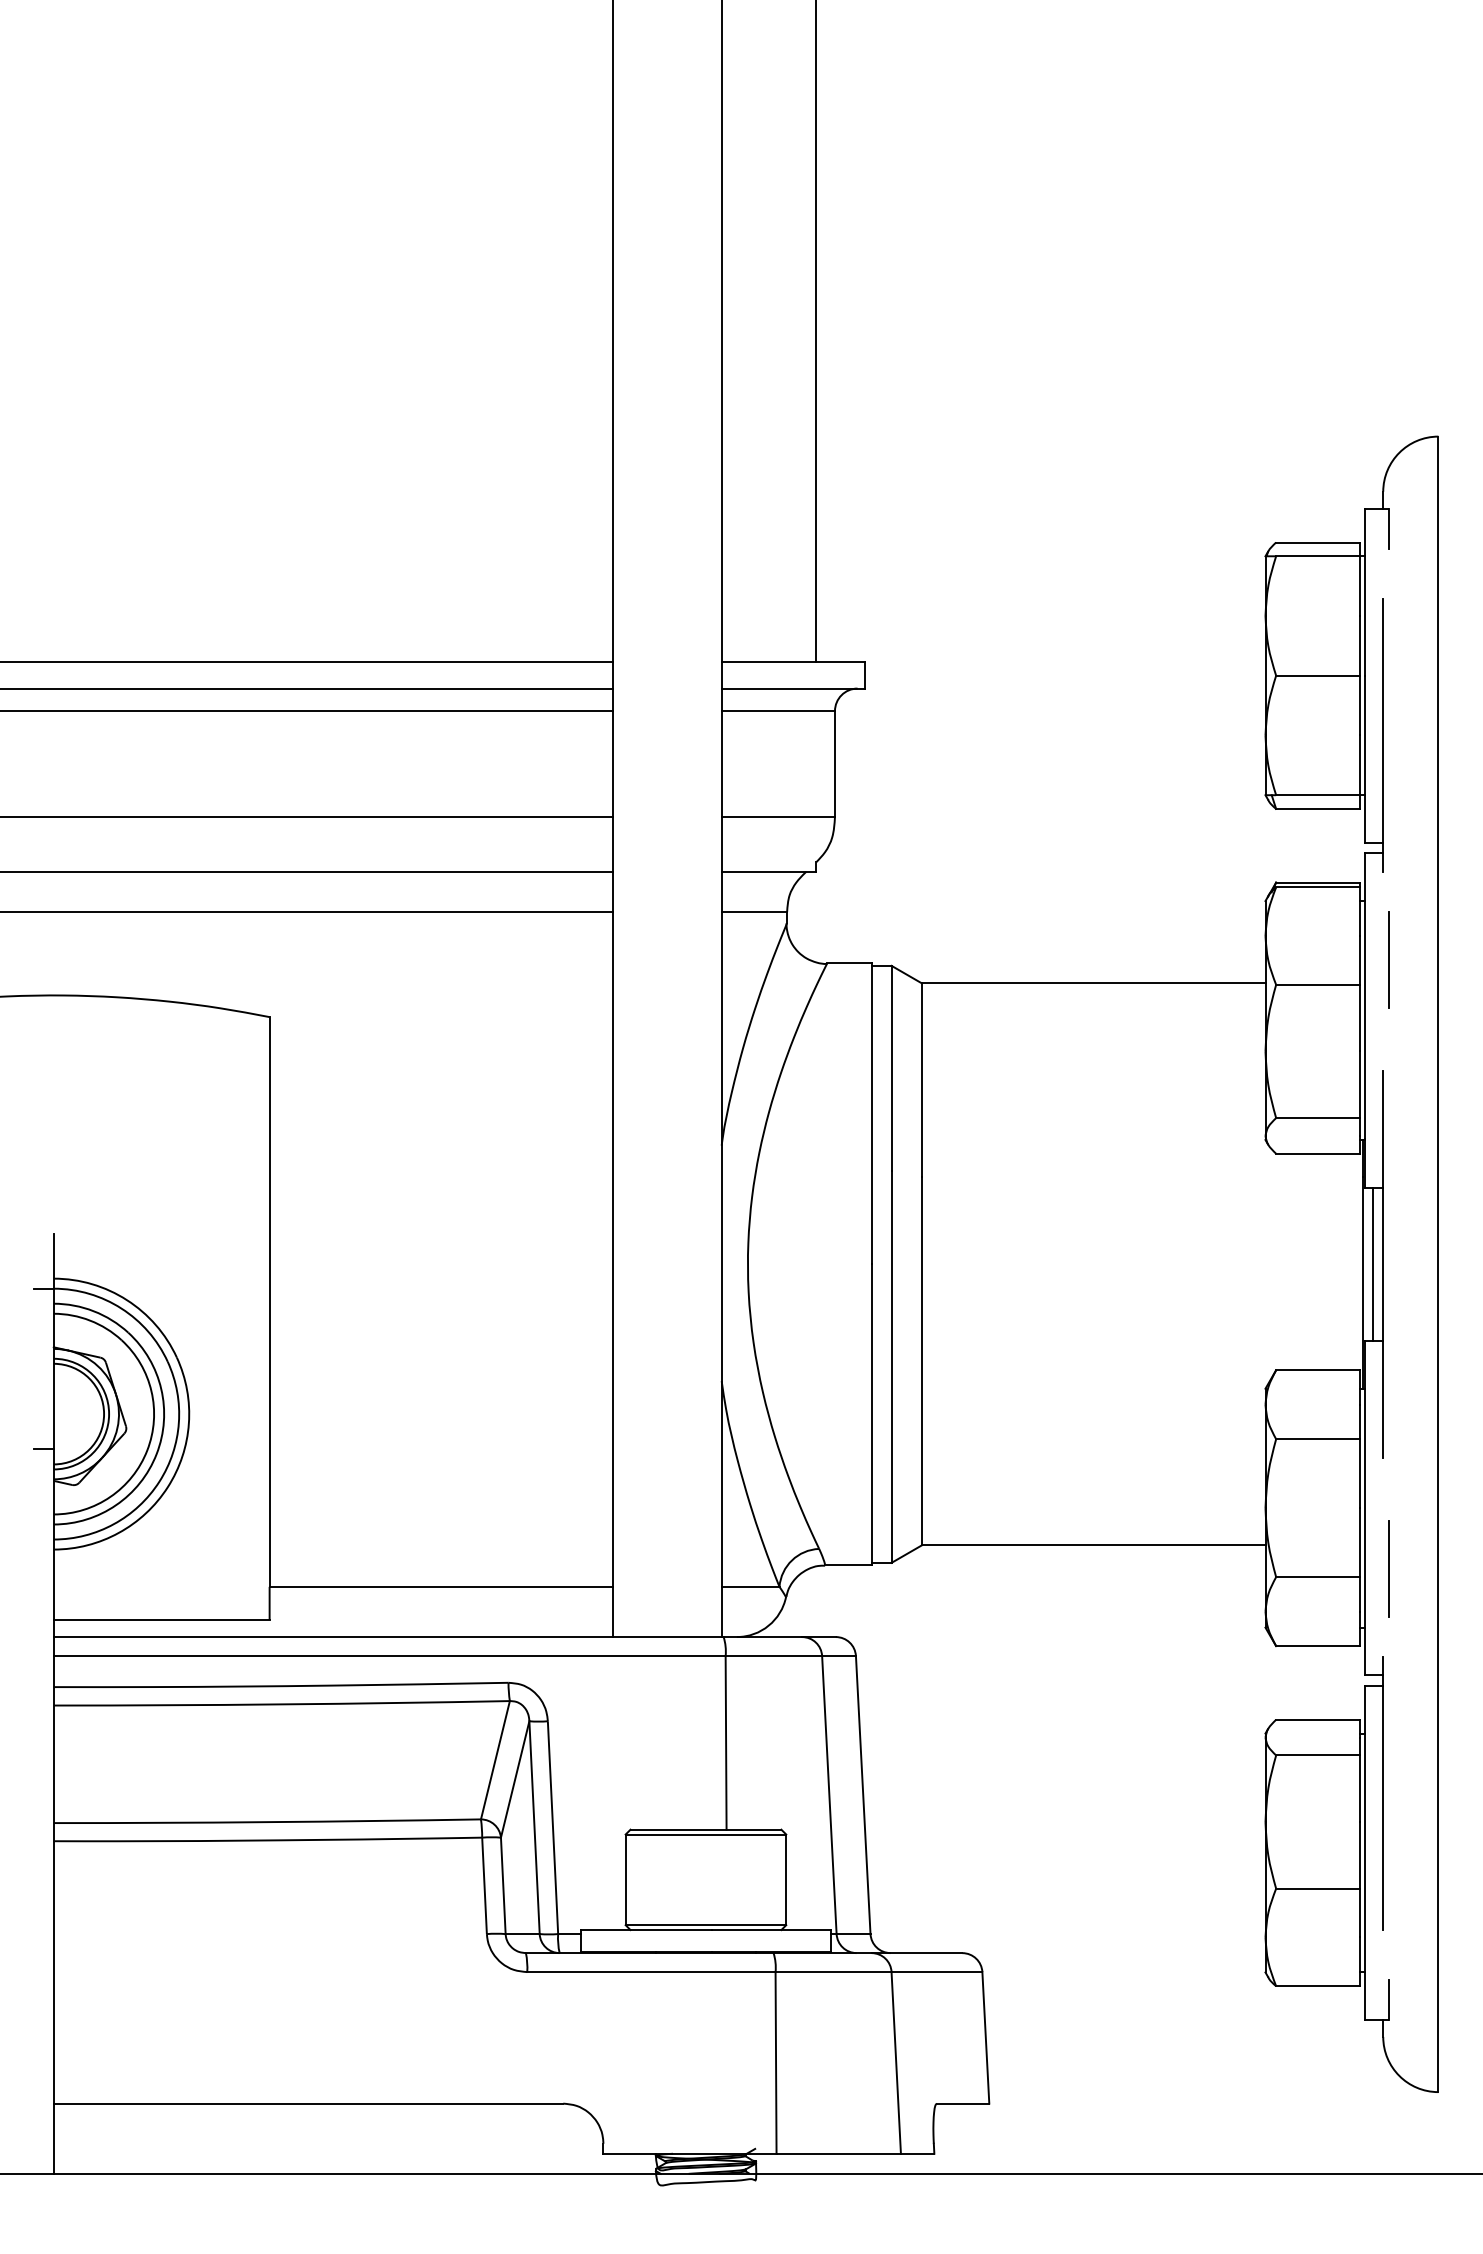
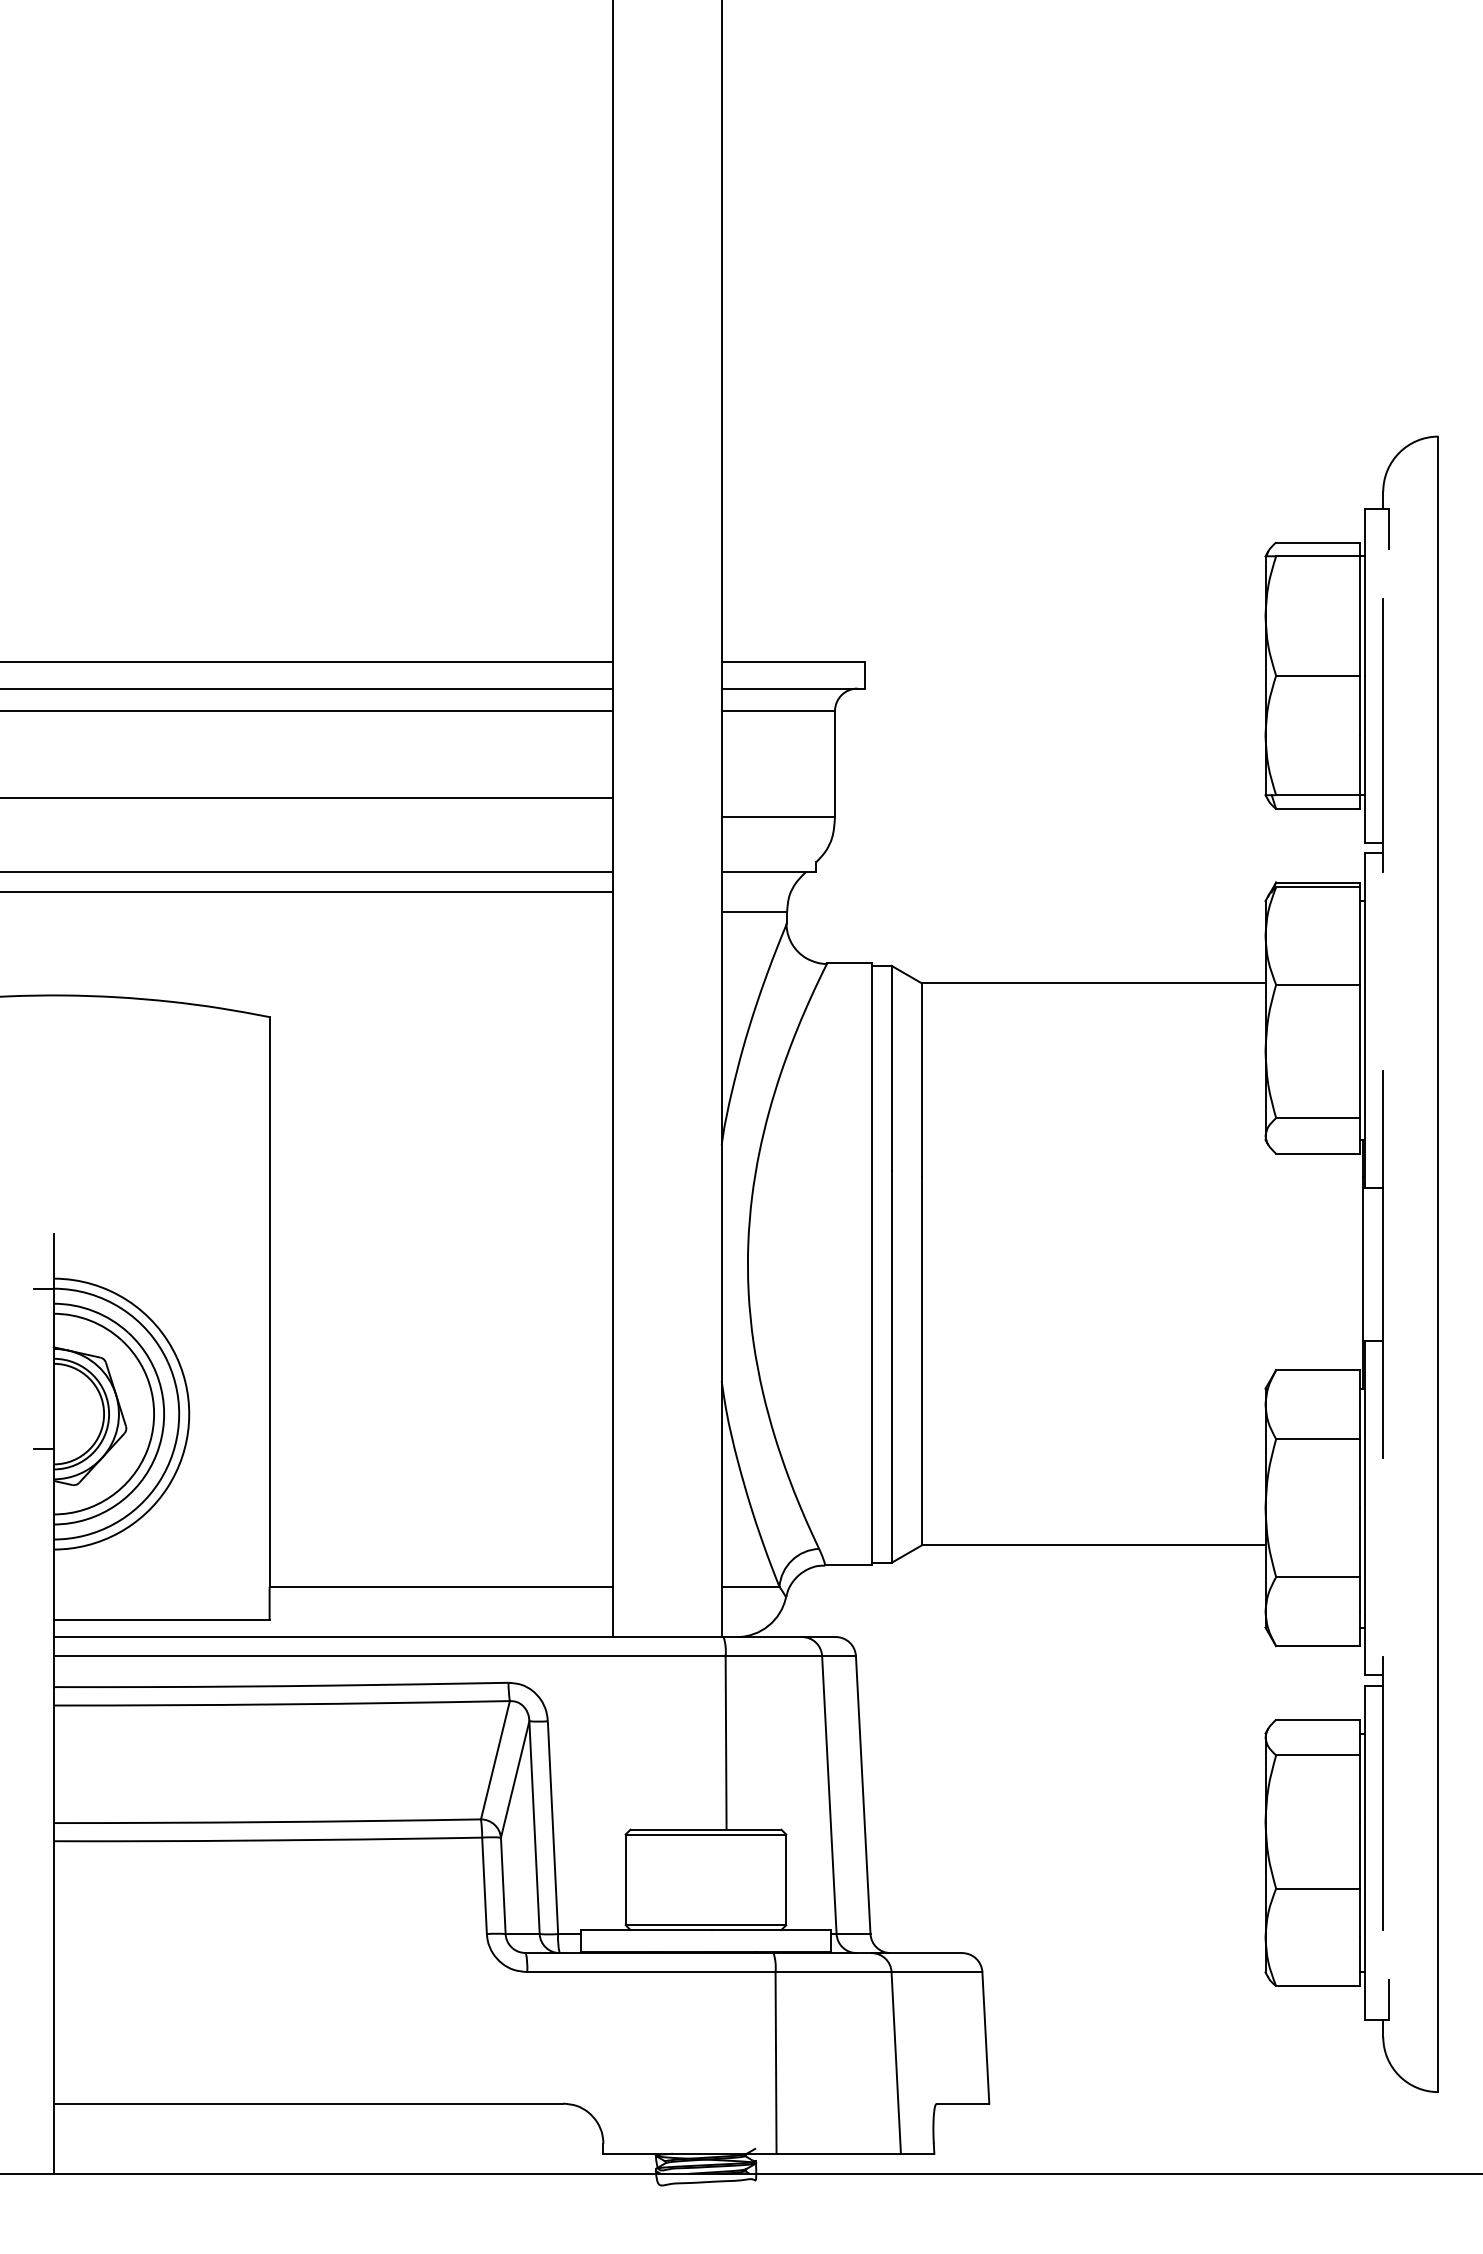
line at (816, 332): present -> none
line at (307, 817) position: (307, 817) -> (307, 798)
line at (307, 912) position: (307, 912) -> (307, 892)
line at (1388, 959): present -> none
line at (1372, 1264): present -> none
line at (1388, 1568): present -> none
